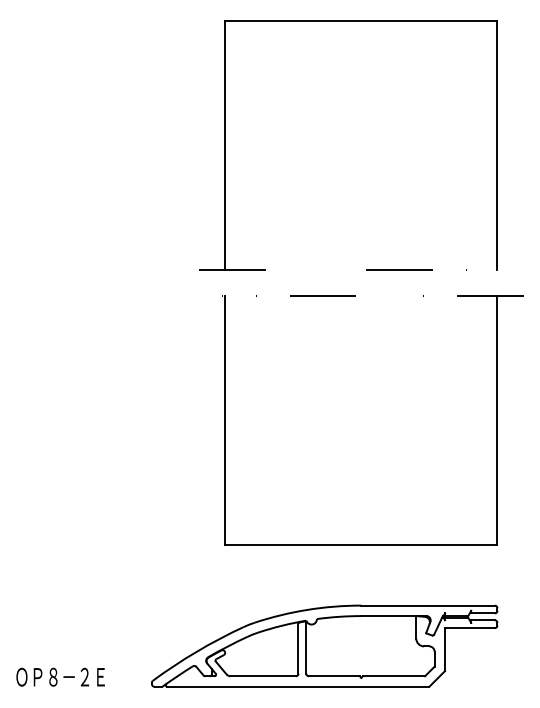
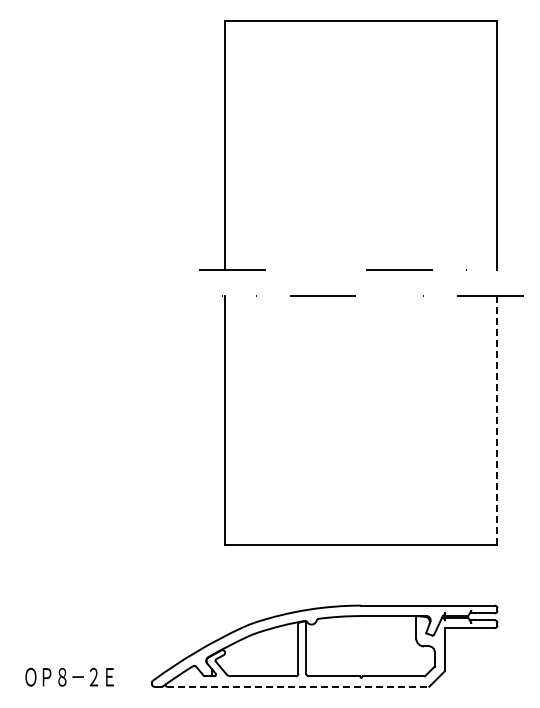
line at (497, 419): solid -> dashed
text at (60, 676) position: (60, 676) -> (69, 676)
line at (298, 686): solid -> dashed
